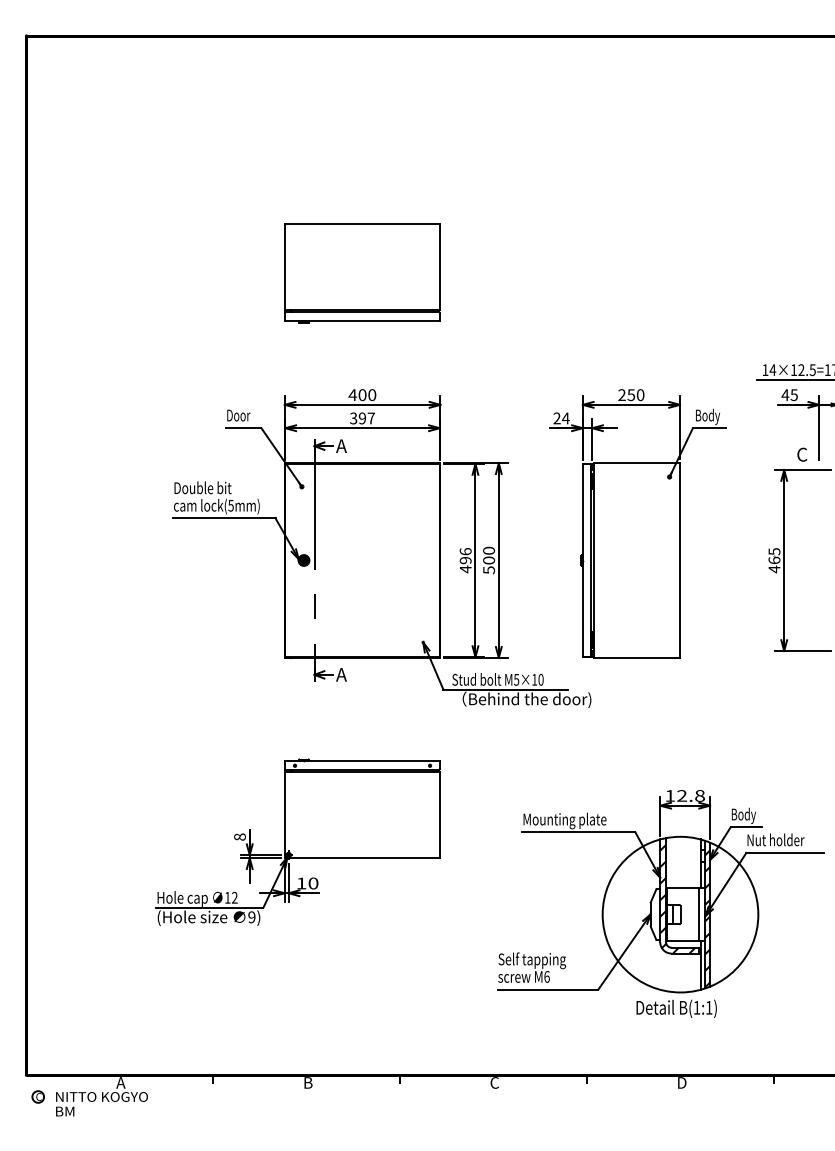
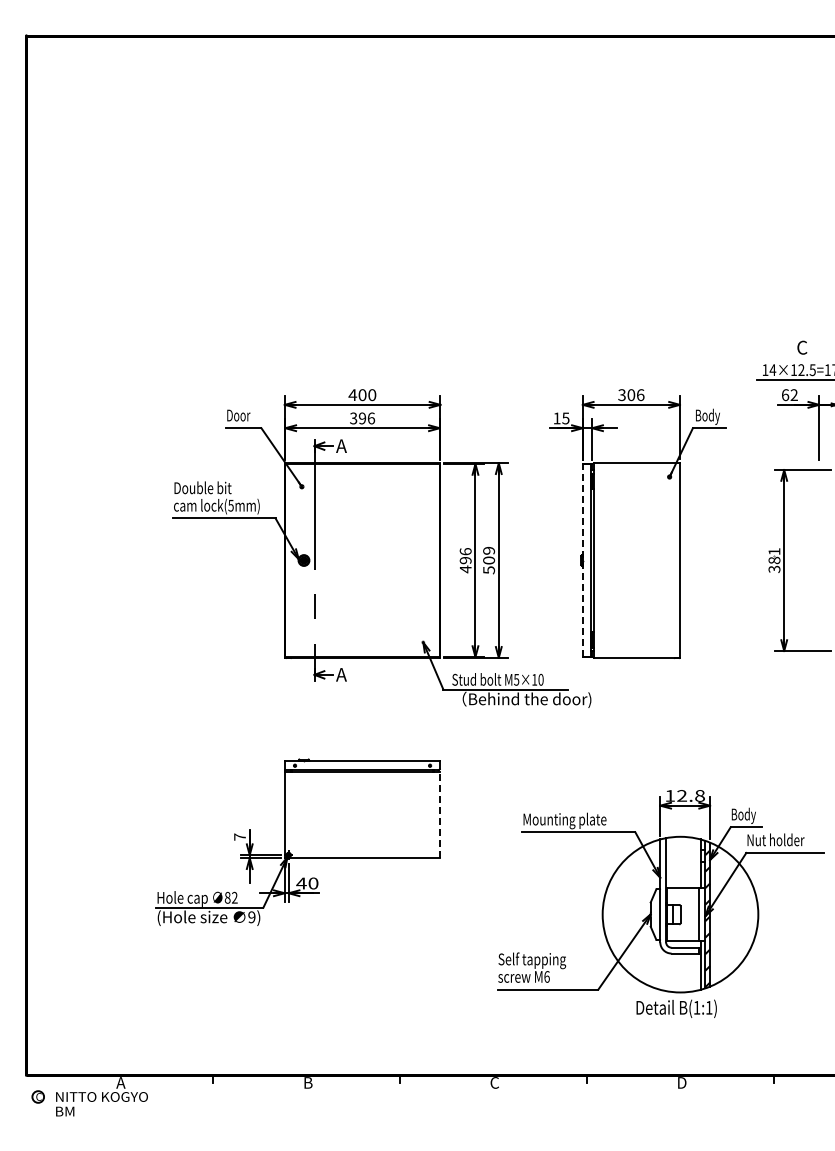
part at (362, 273): present -> none
text at (631, 395): 250 -> 306
text at (789, 395): 45 -> 62
text at (371, 418): 397 -> 396
text at (561, 418): 24 -> 15
text at (802, 454) position: (802, 454) -> (802, 347)
text at (488, 550): 500 -> 509
line at (582, 560): solid -> dashed
text at (774, 560): 465 -> 381
line at (440, 814): solid -> dashed
text at (239, 836): 8 -> 7
text at (301, 883): 10 -> 40
text at (227, 897): 12 -> 82
hatch at (677, 898): present -> none
